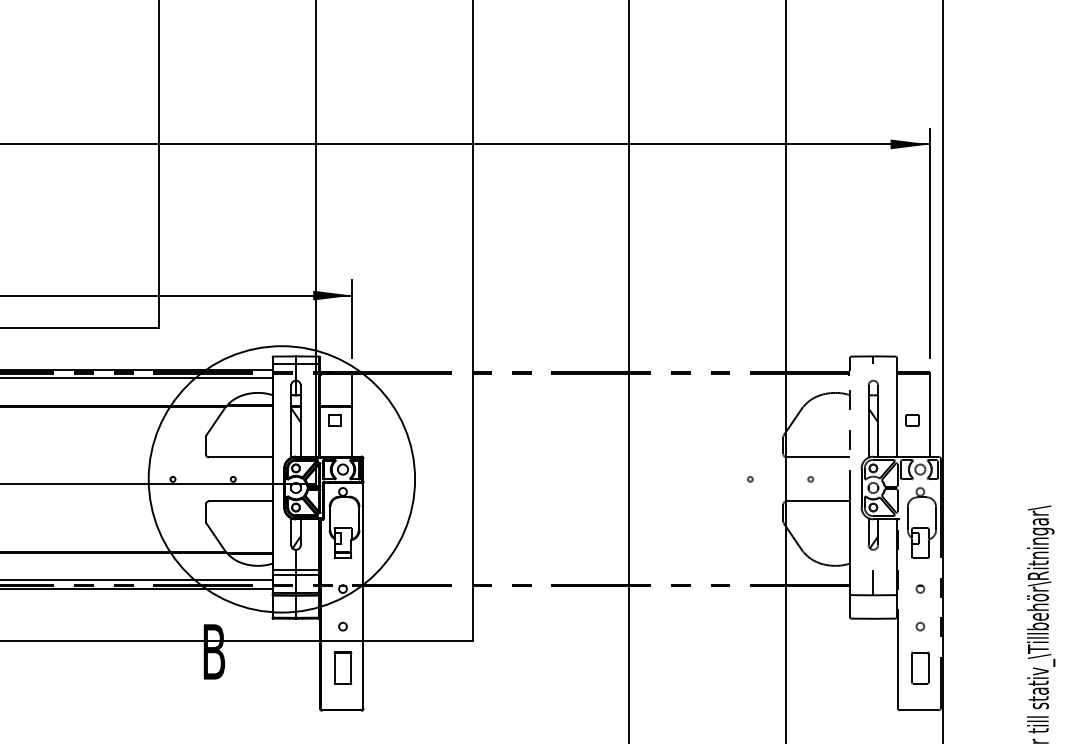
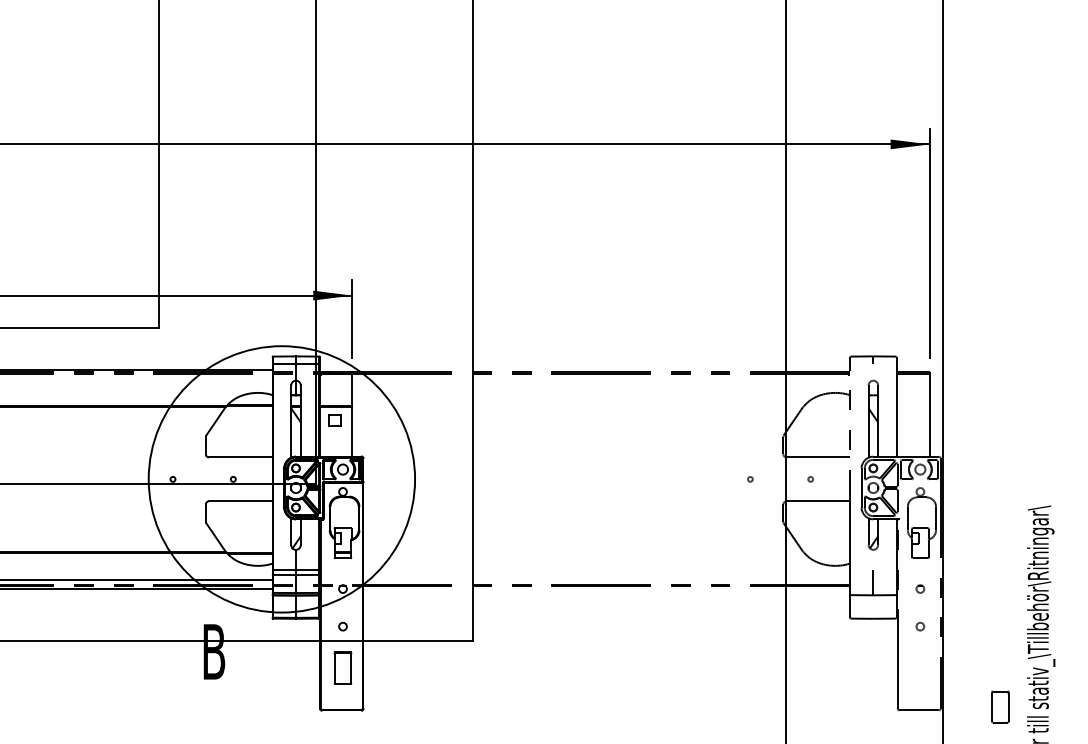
line at (629, 371): present -> none
line at (137, 378): present -> none
part at (912, 420): present -> none
part at (920, 667) position: (920, 667) -> (1000, 706)
